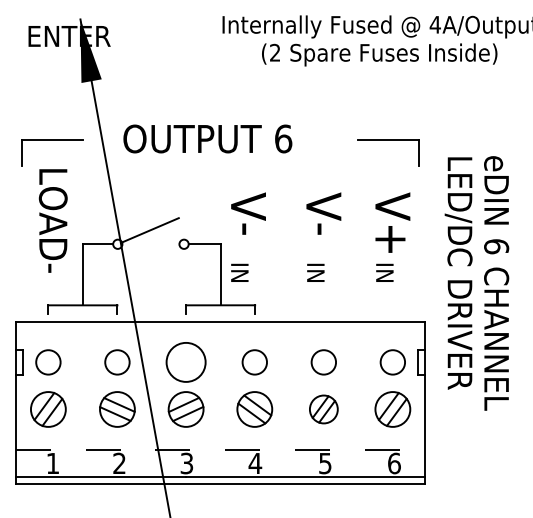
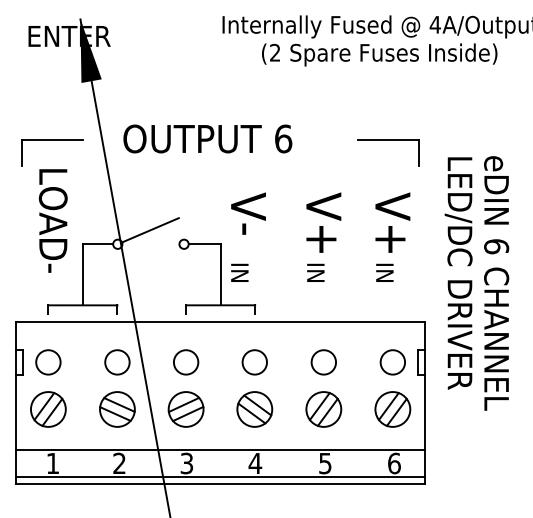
text at (321, 237): V- -> V+
circle at (185, 361) diameter: 39 px -> 24 px
part at (323, 409) size: 30x31 px -> 38x37 px
line at (220, 449): dashed -> solid
